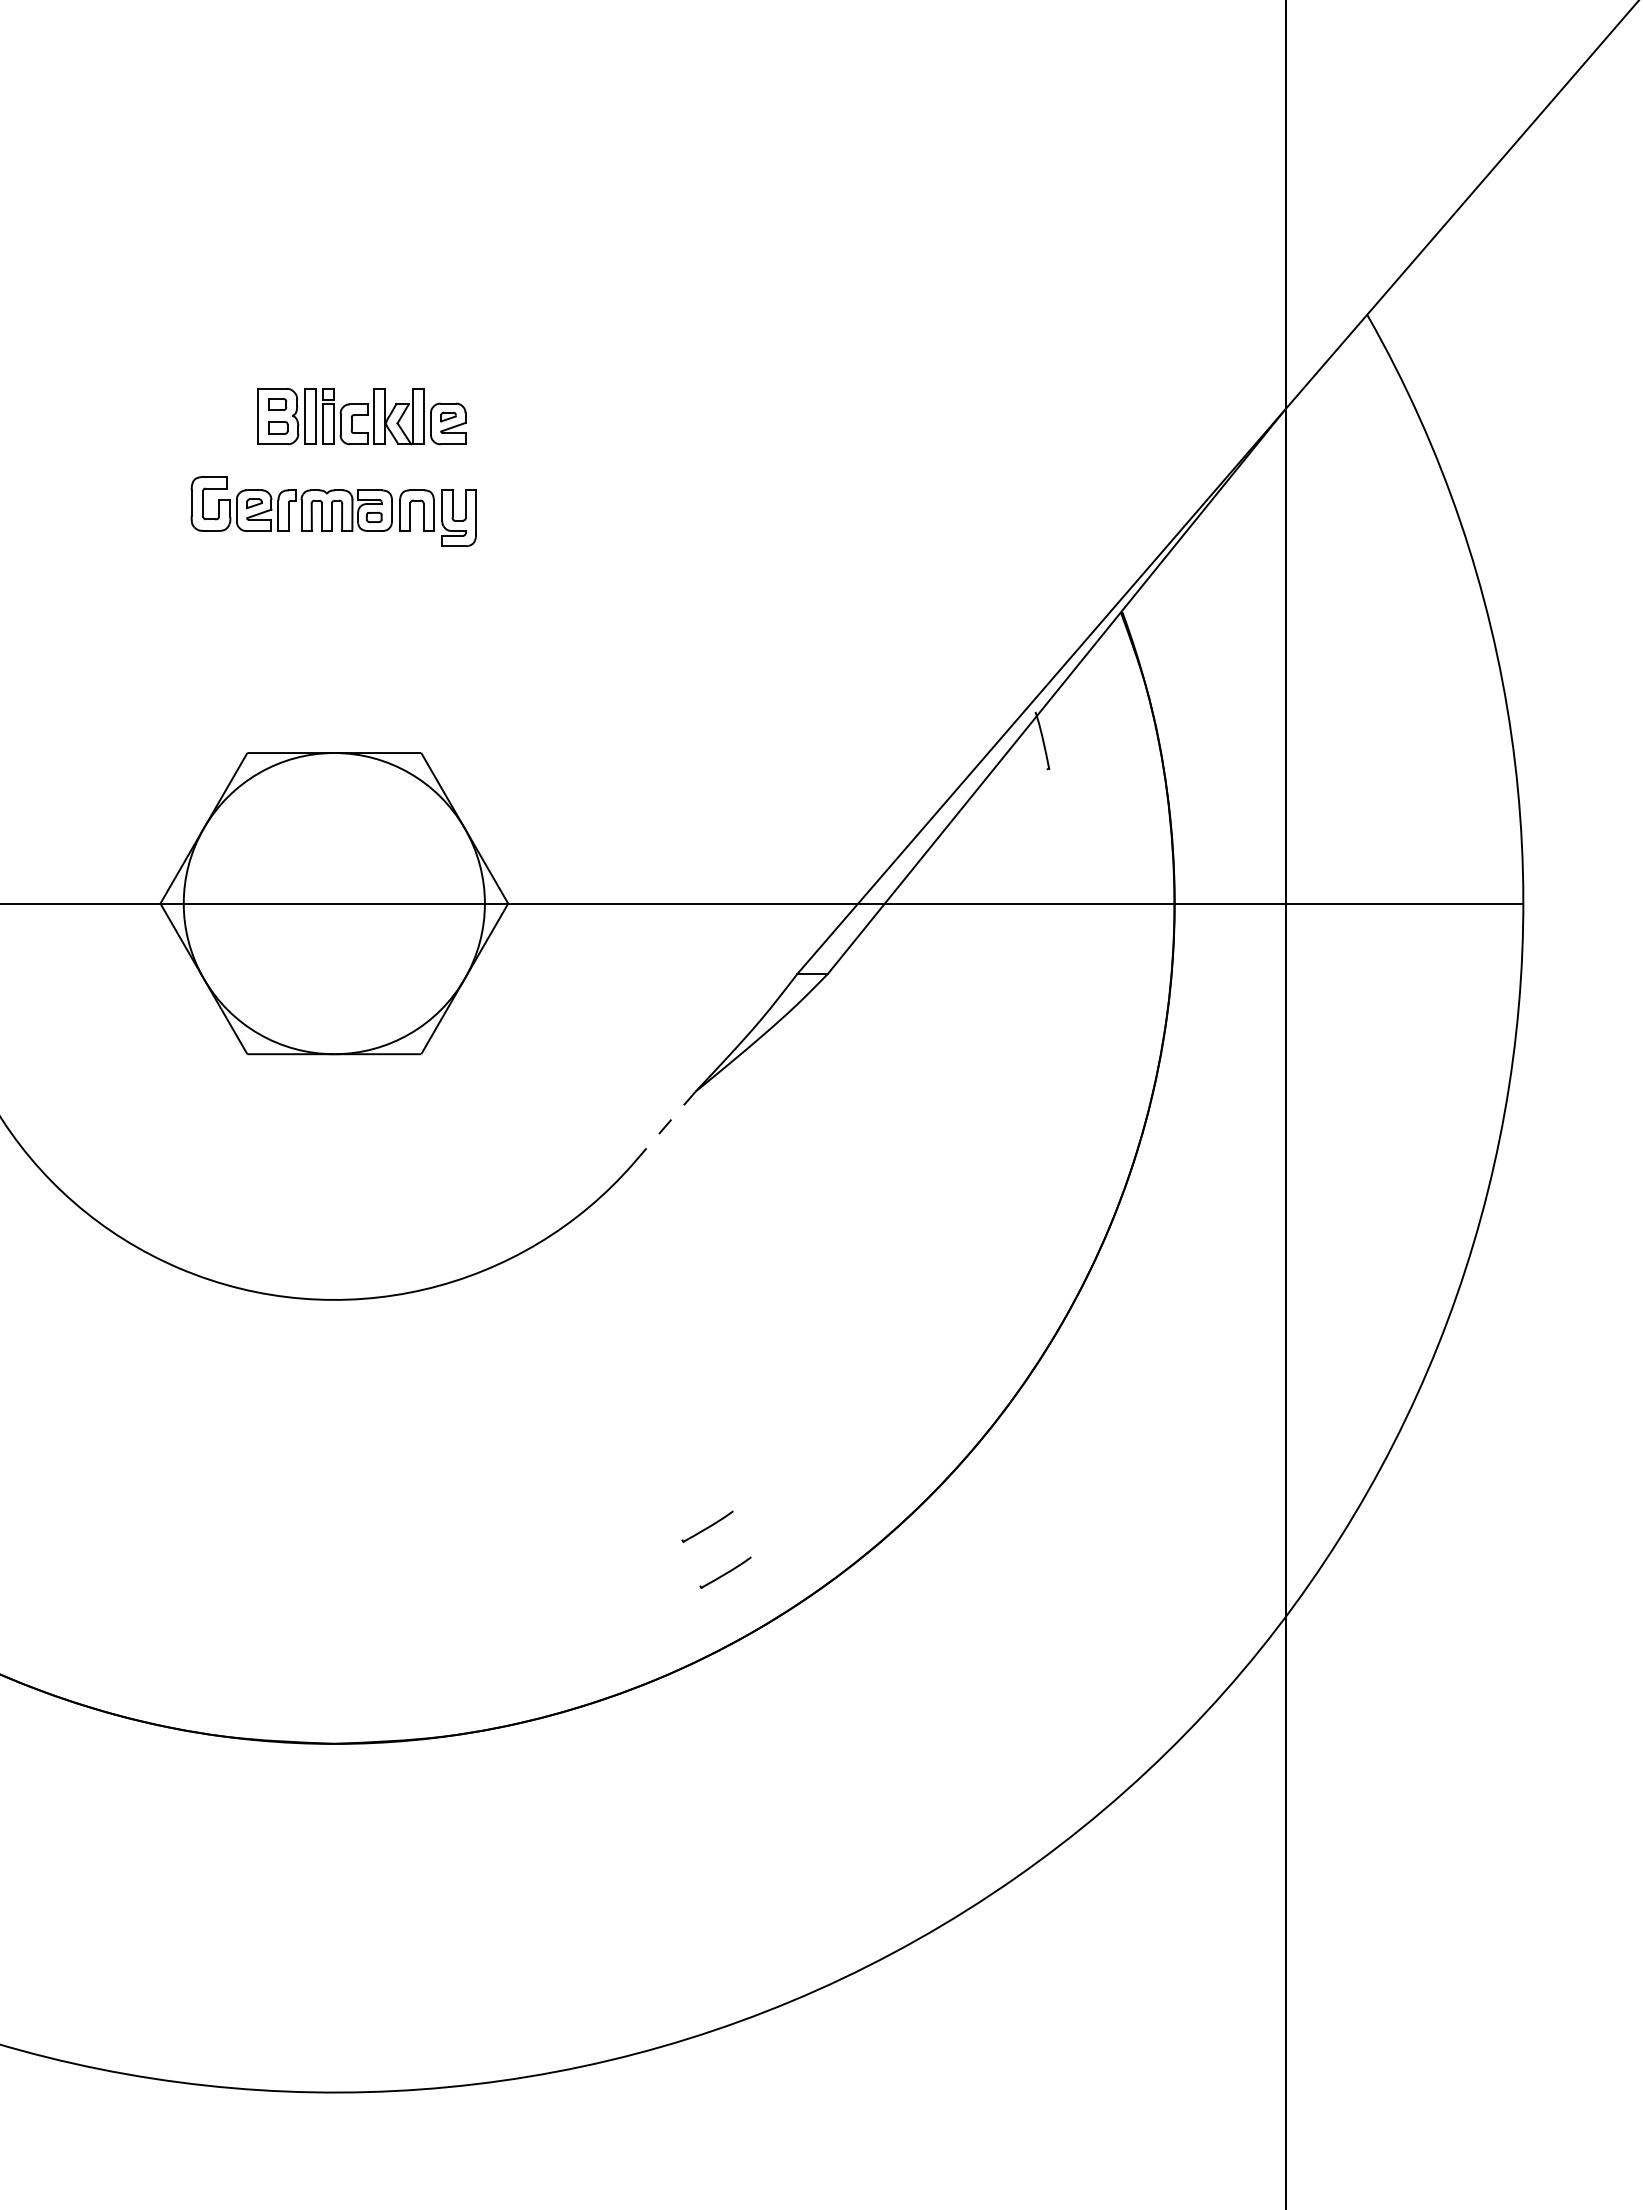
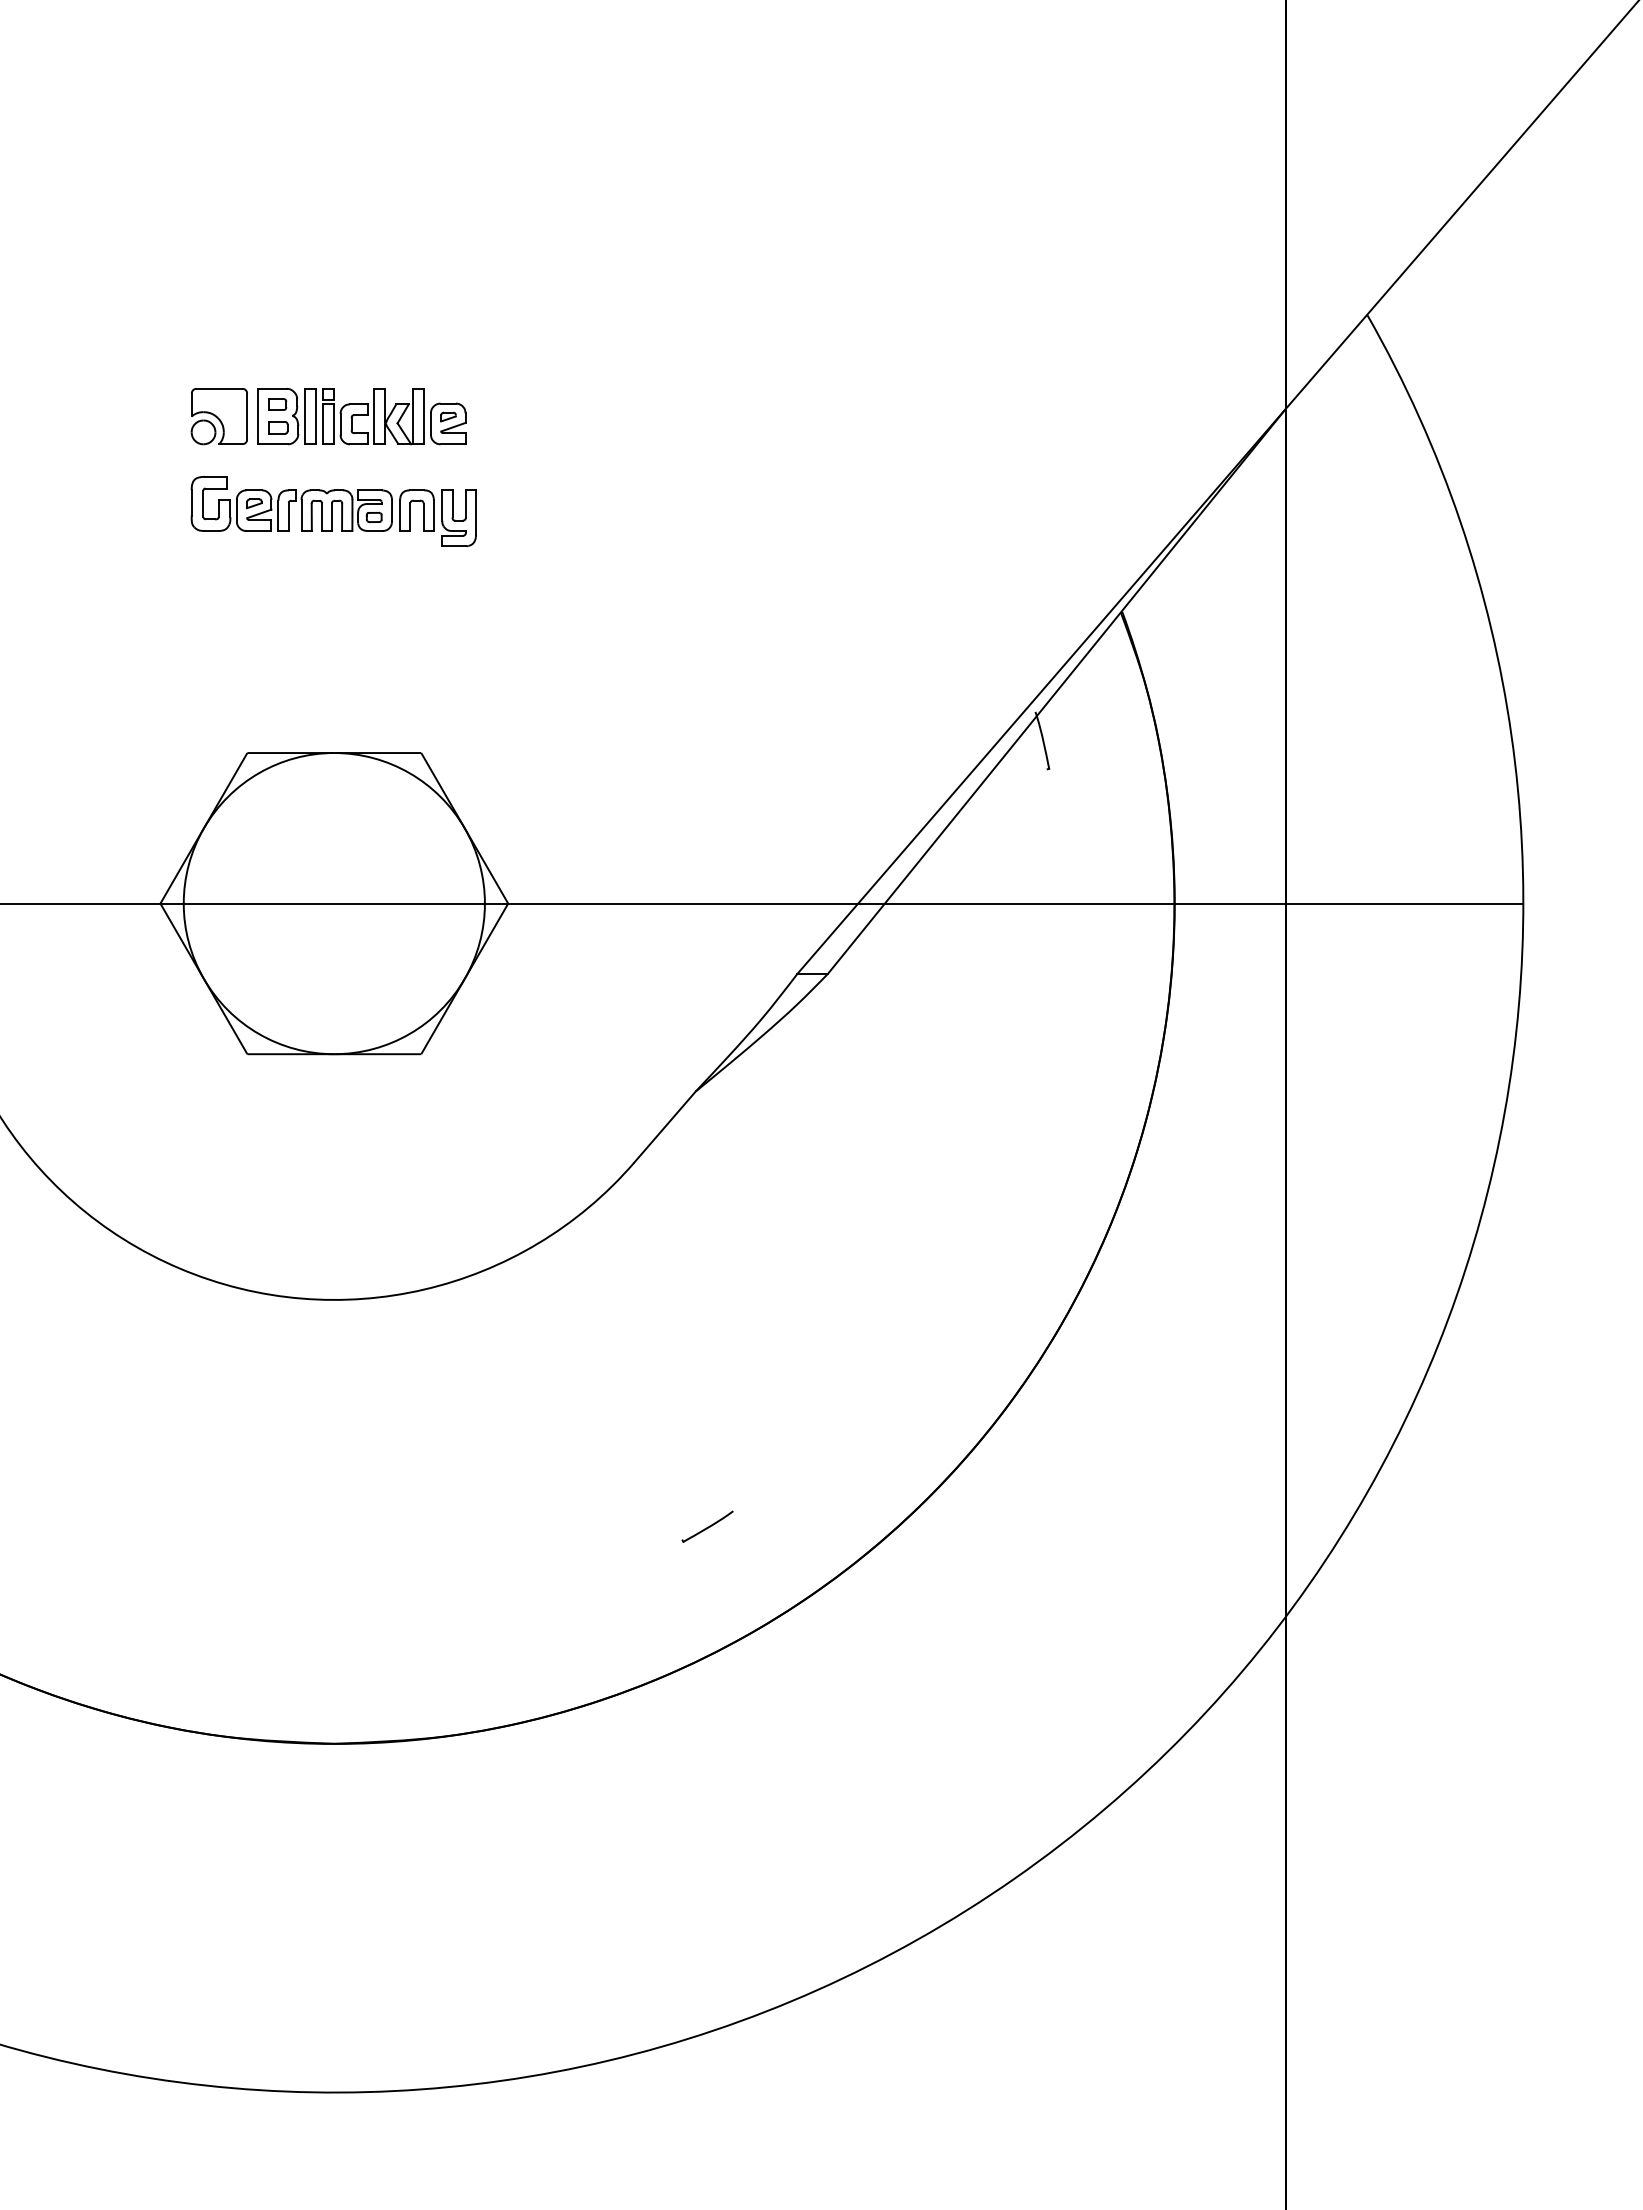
part at (218, 416): none -> present
line at (665, 1126): dashed -> solid
part at (725, 1572): present -> none
